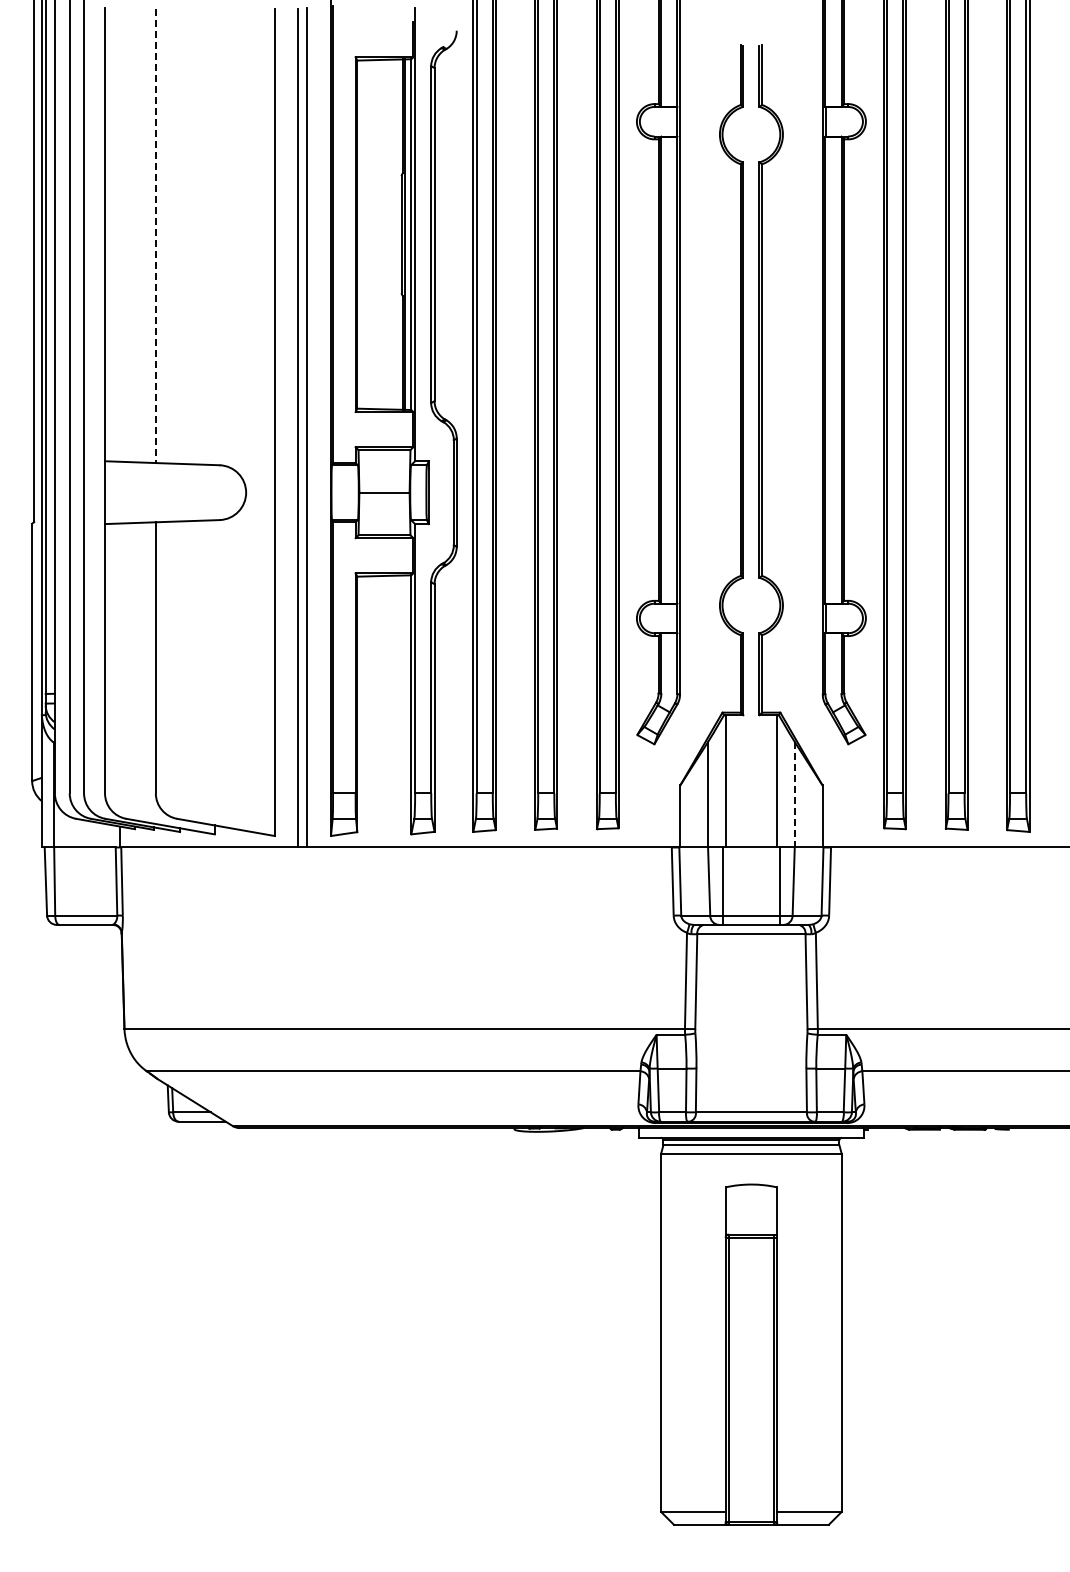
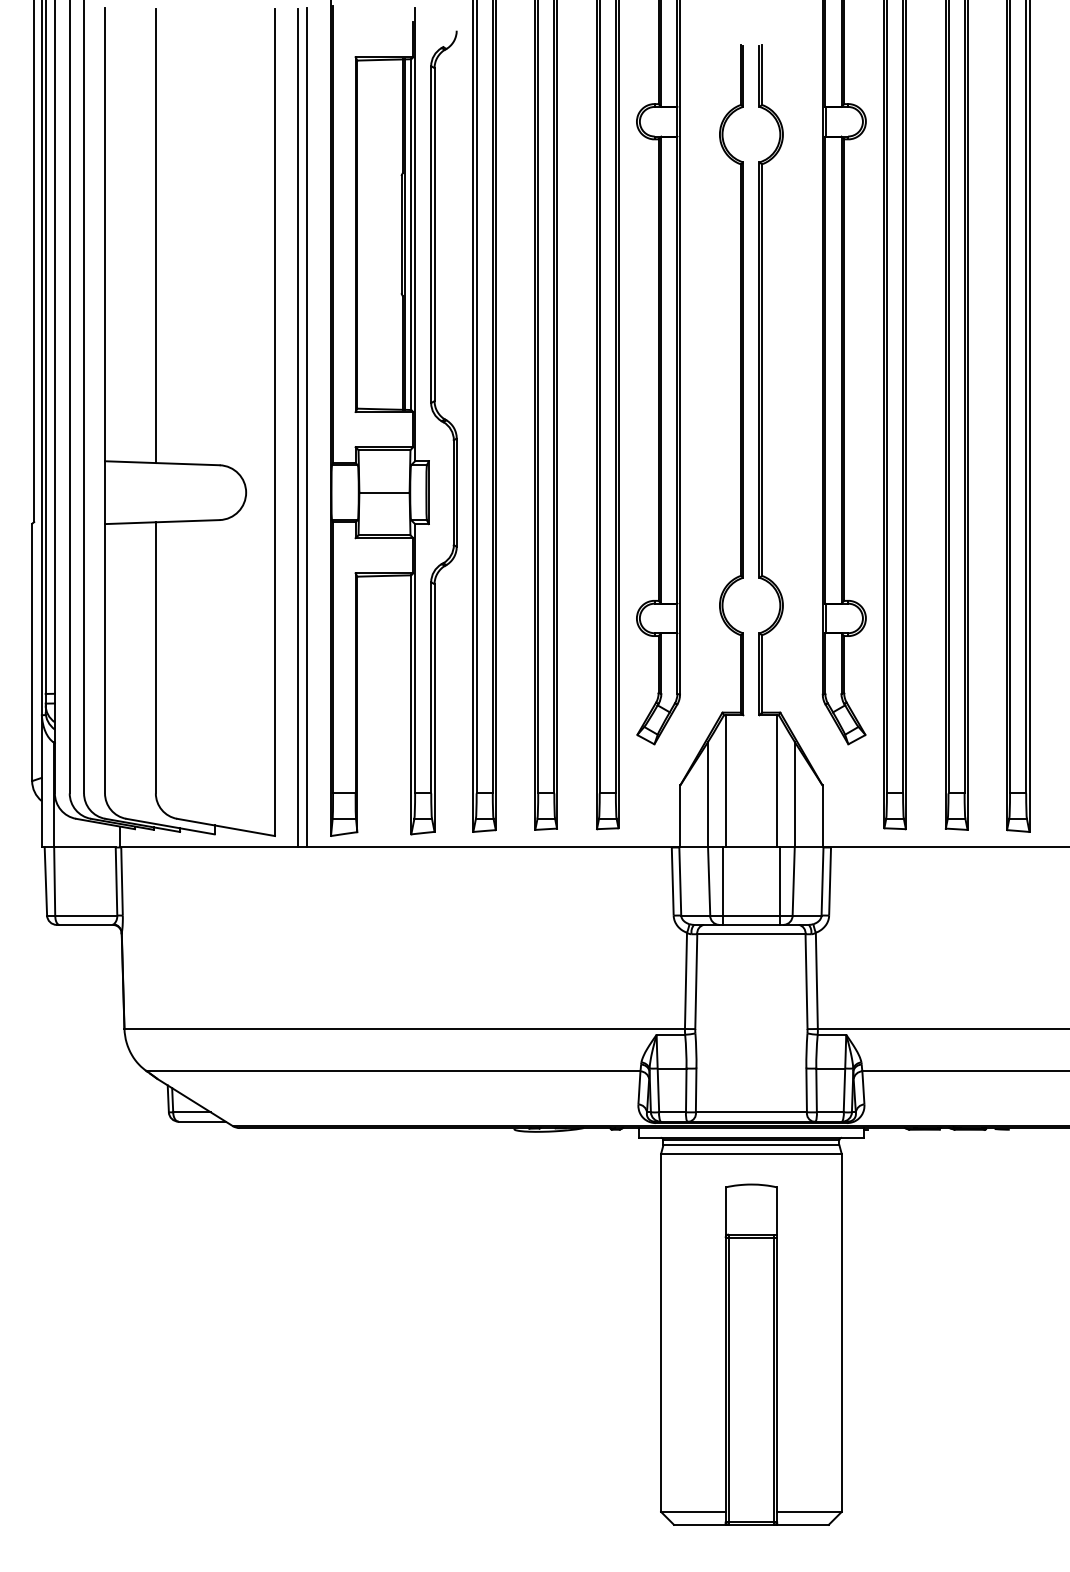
line at (155, 236): dashed -> solid
line at (795, 794): dashed -> solid
